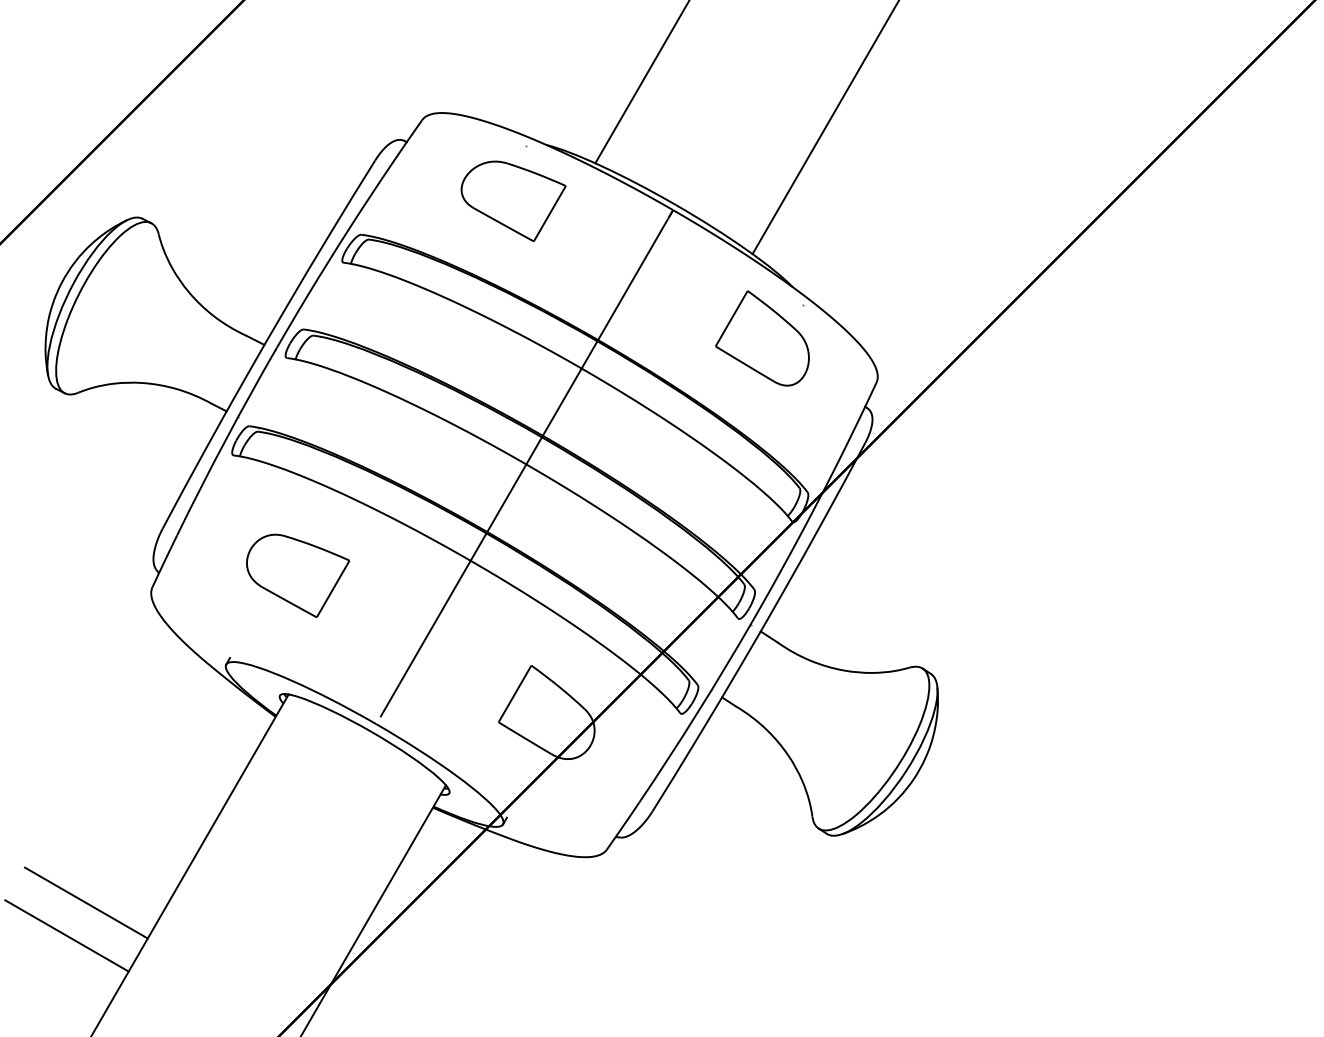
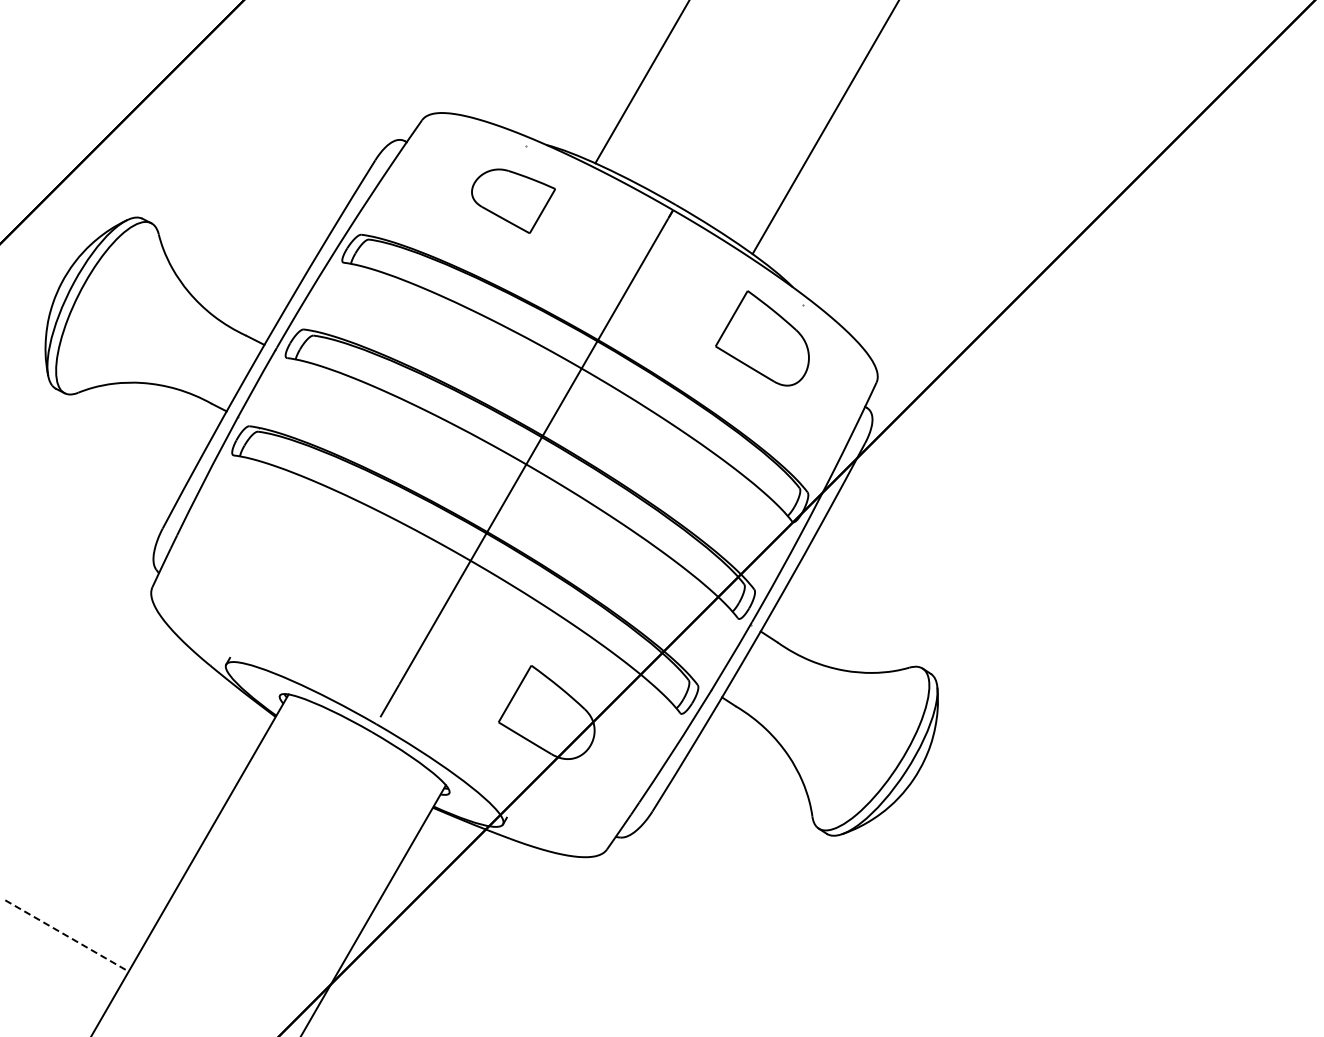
part at (513, 200) size: 107x82 px -> 85x66 px
part at (298, 575): present -> none
line at (85, 902): present -> none
line at (67, 936): solid -> dashed
